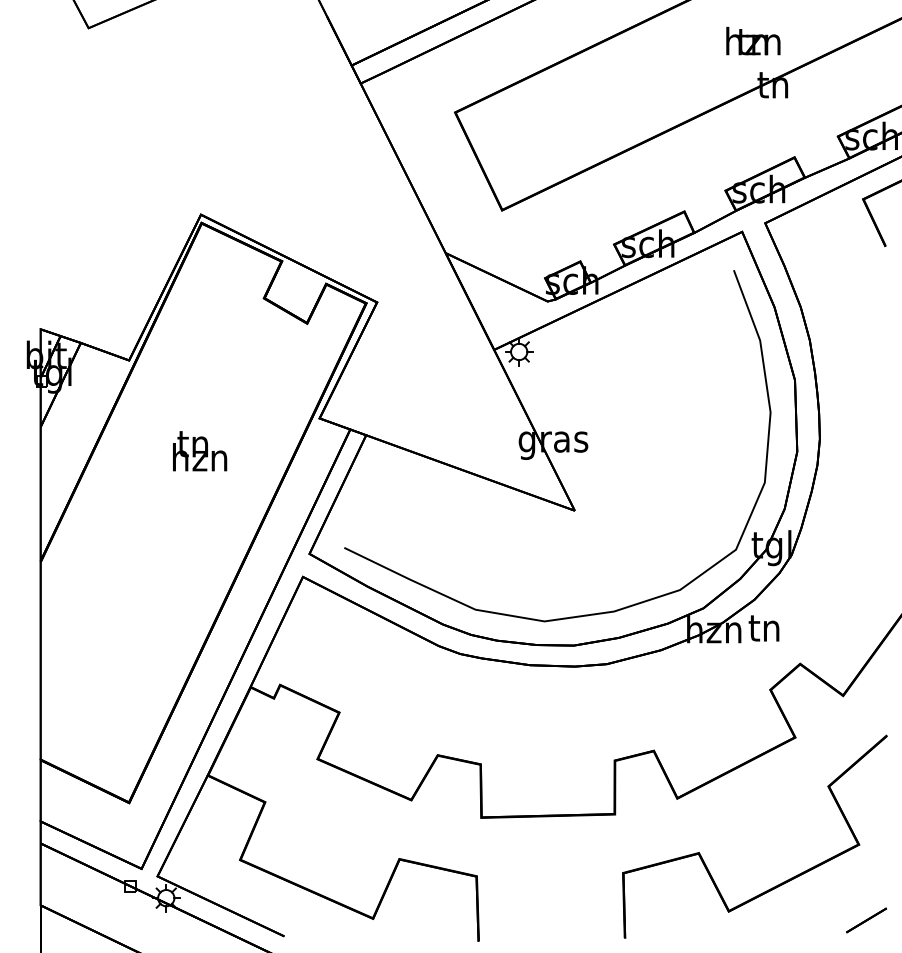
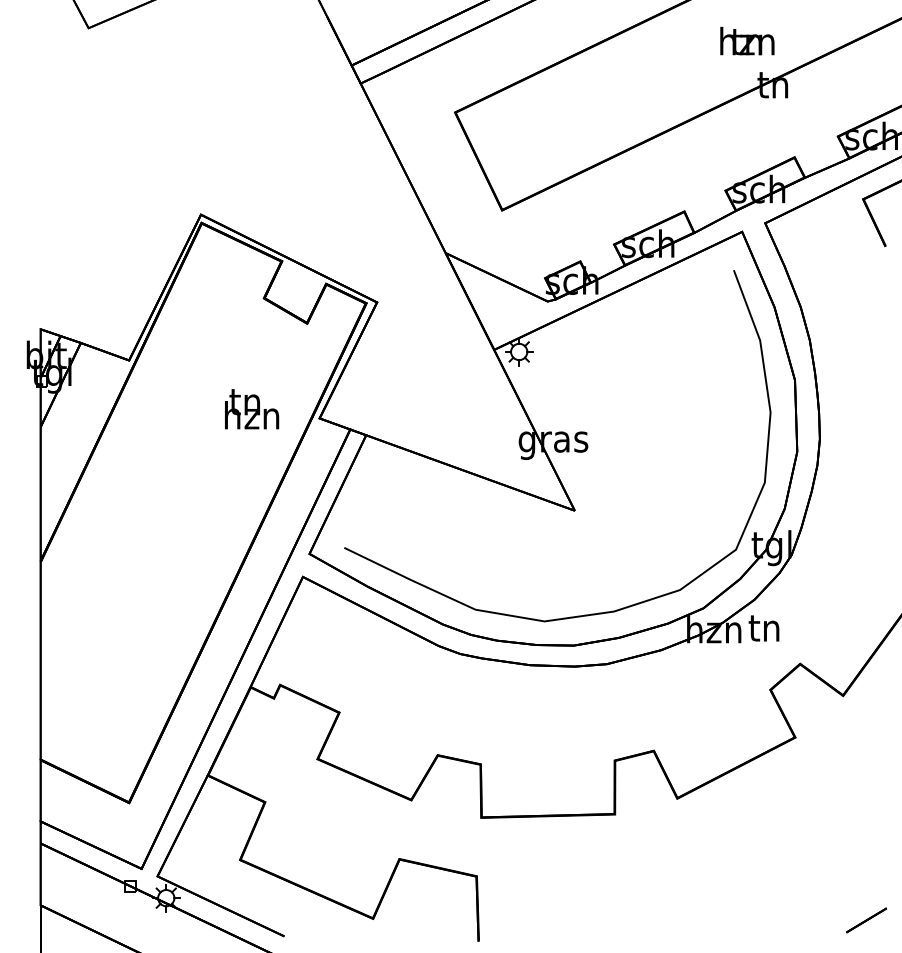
text at (753, 40) position: (753, 40) -> (747, 40)
text at (200, 451) position: (200, 451) -> (252, 409)
part at (781, 882): present -> none
